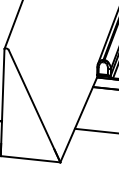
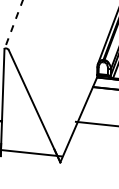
line at (13, 24): solid -> dashed
line at (94, 130) position: (94, 130) -> (95, 123)
line at (31, 159) position: (31, 159) -> (31, 153)
